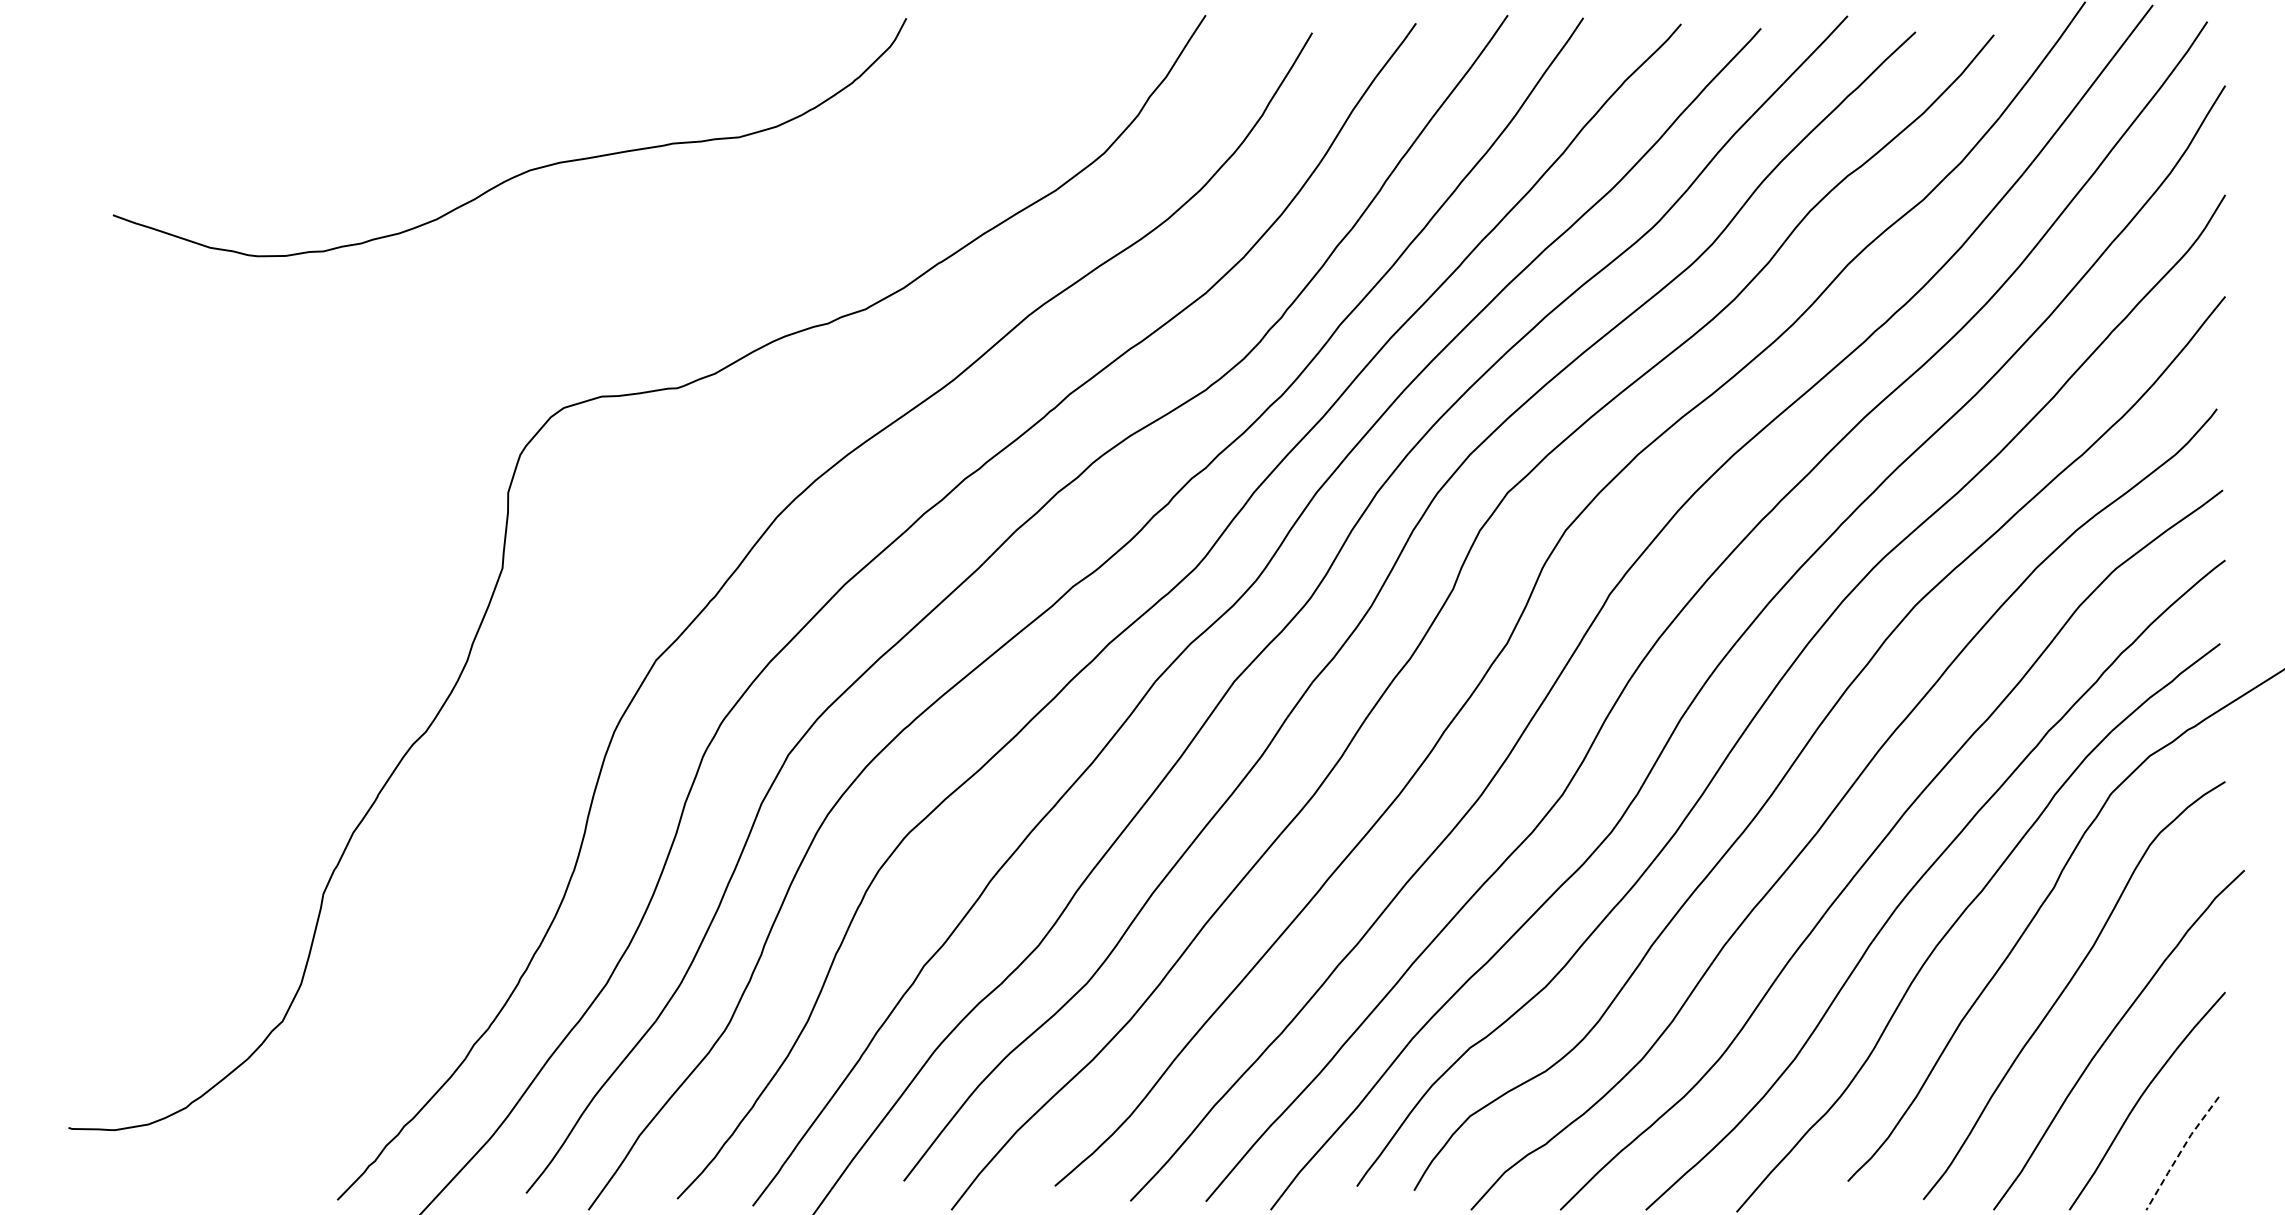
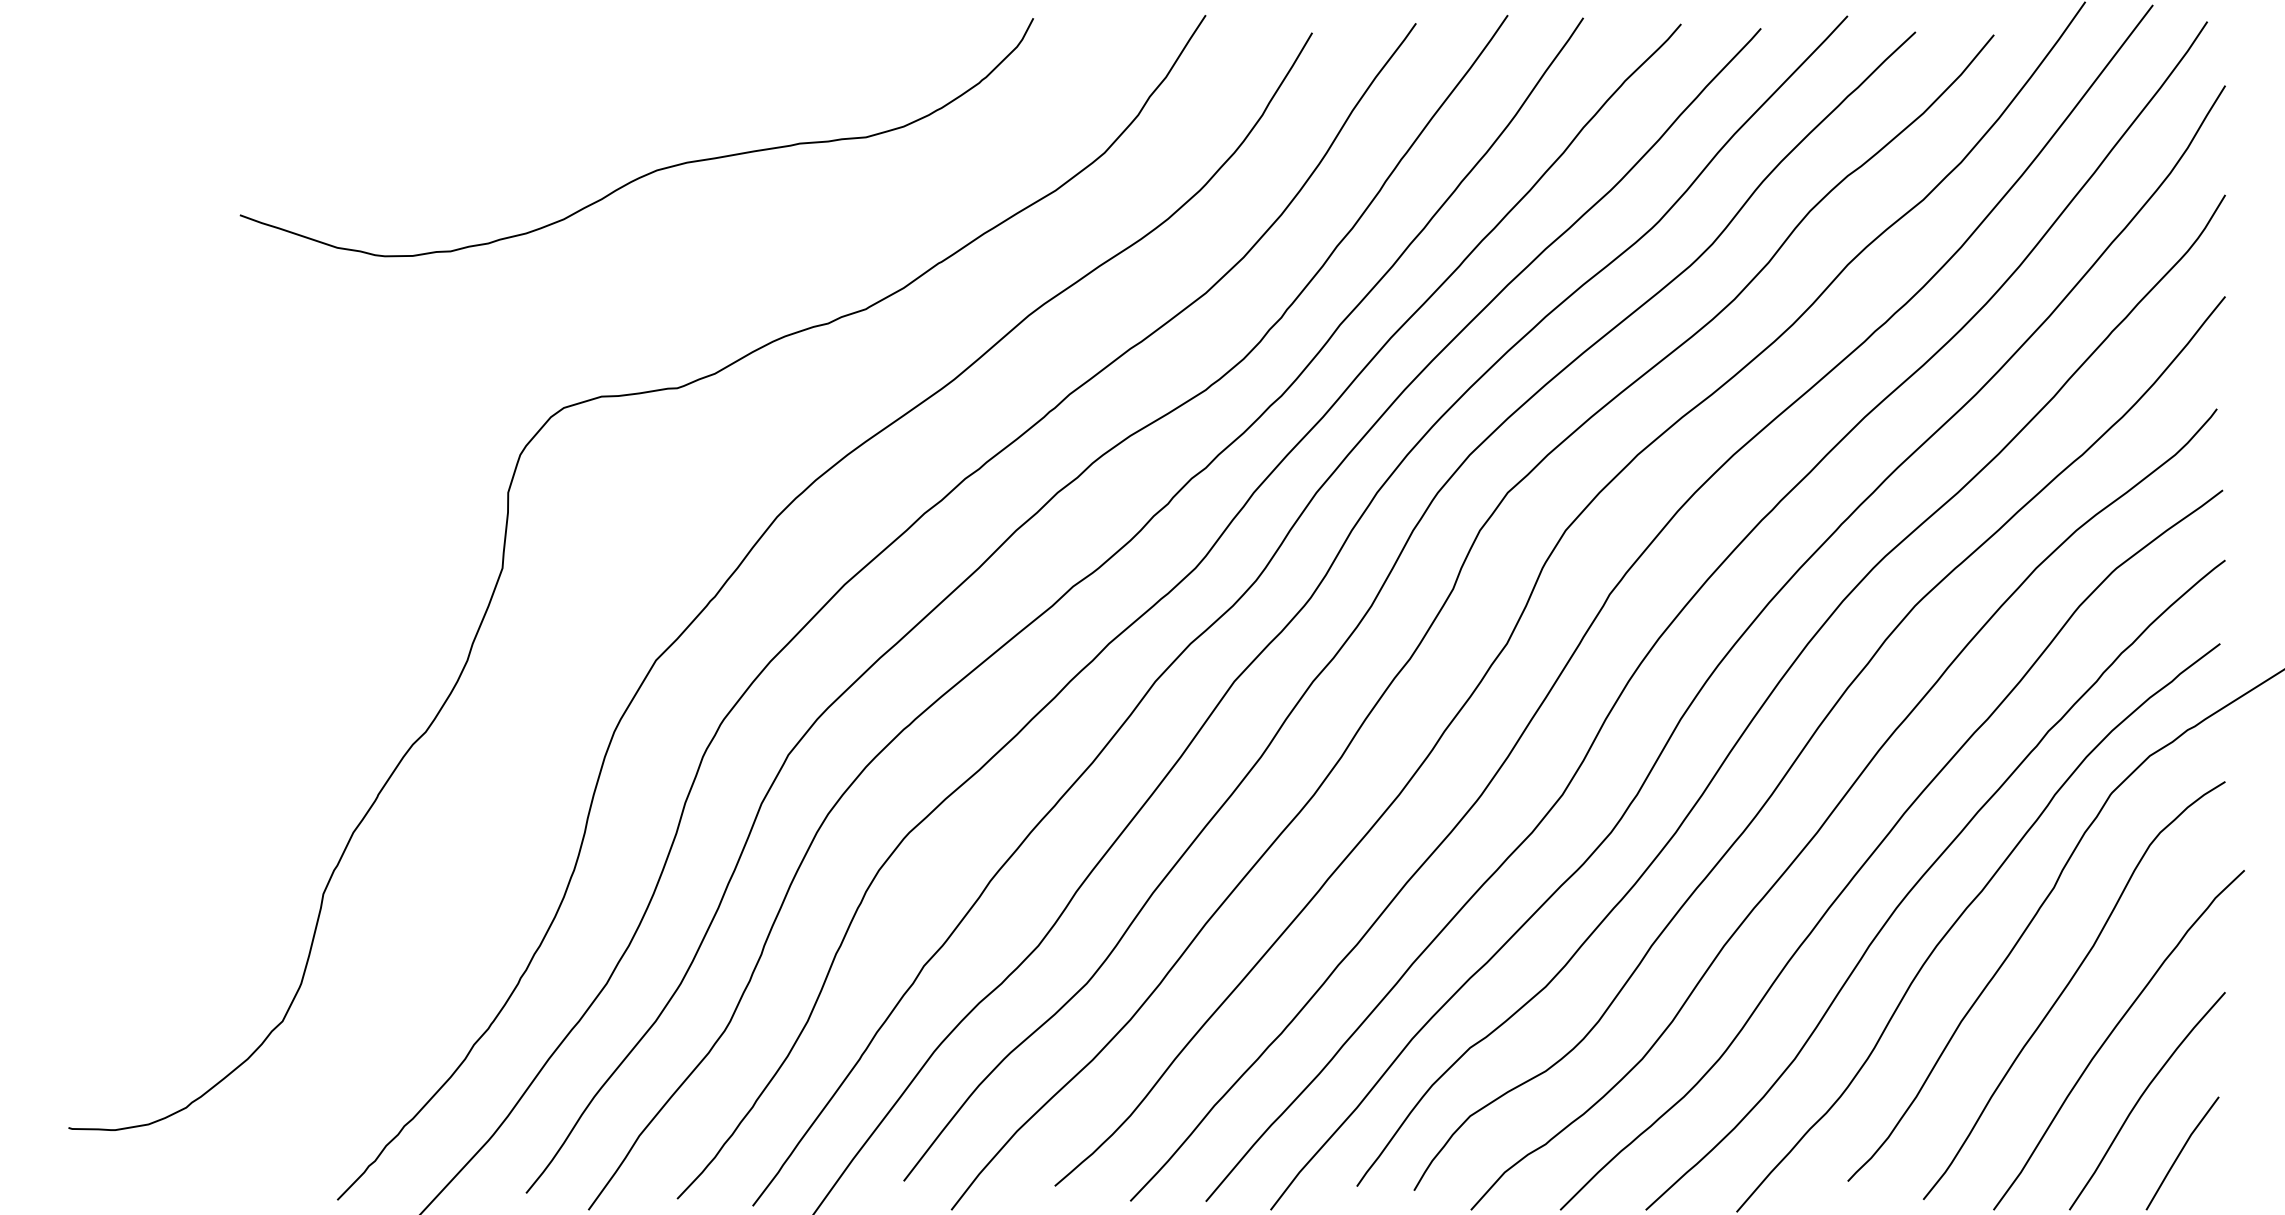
curve at (526, 170) position: (526, 170) -> (653, 170)
line at (2180, 1152): dashed -> solid
